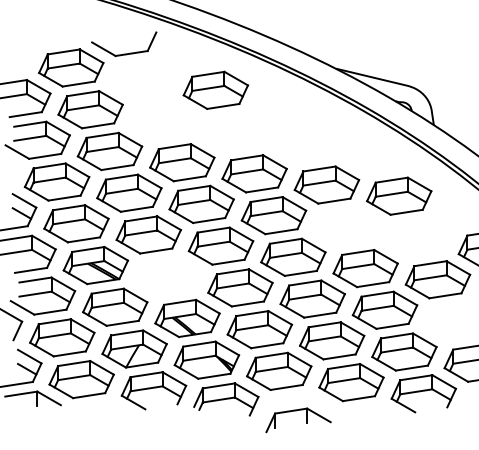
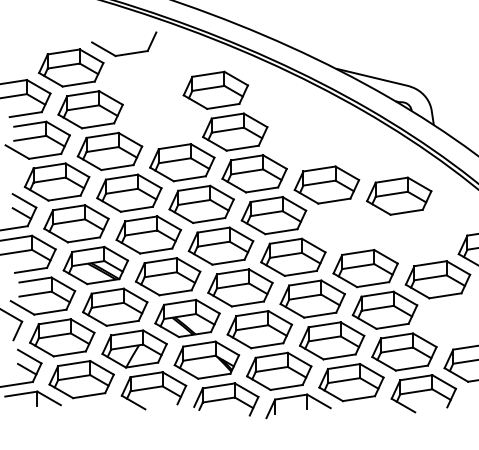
part at (235, 131): none -> present
part at (168, 276): none -> present
part at (306, 420) position: (306, 420) -> (306, 406)
